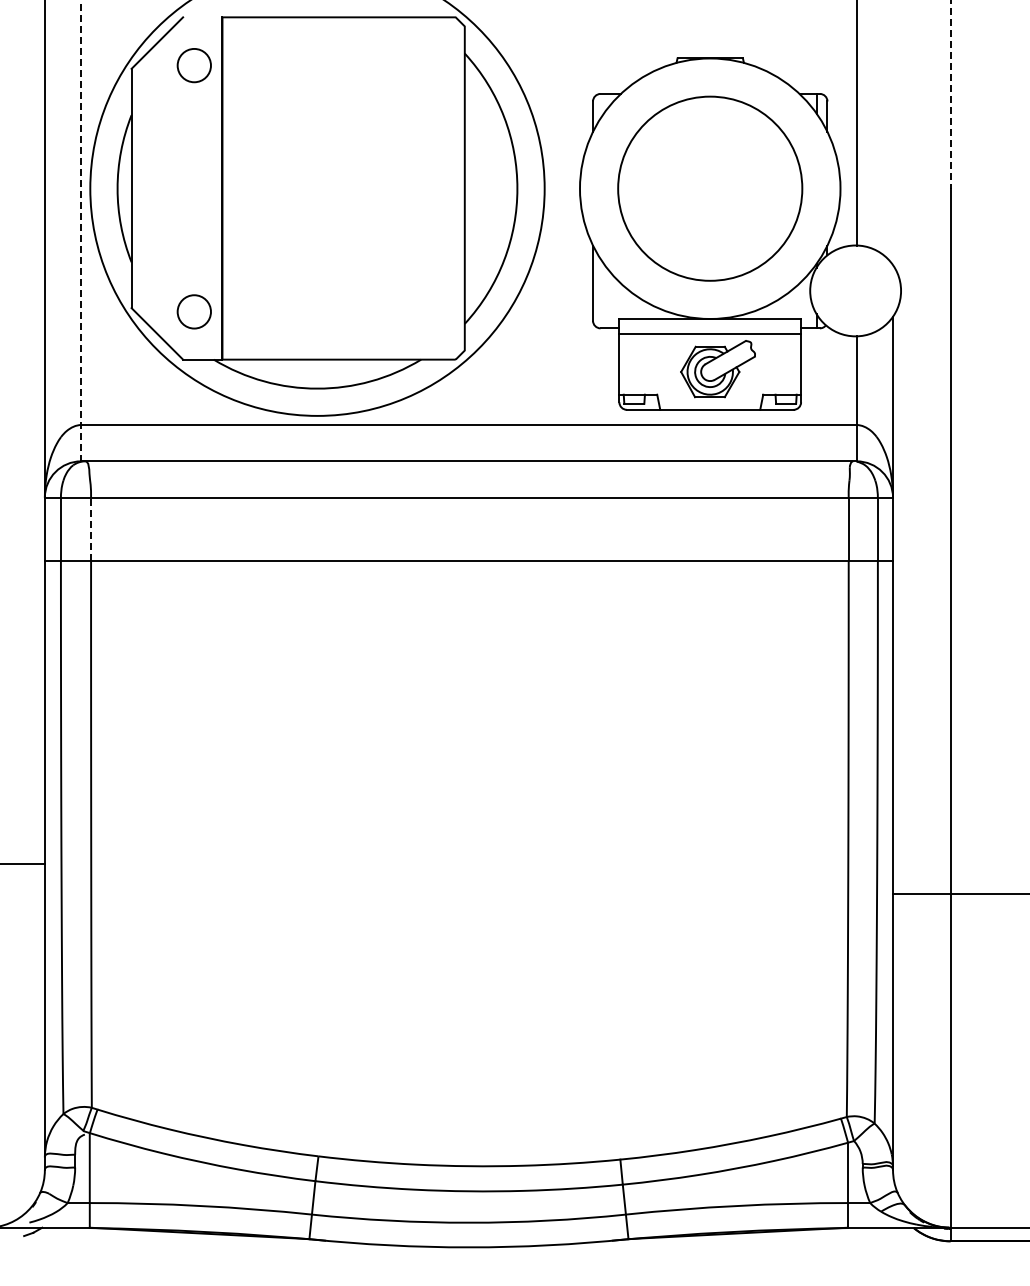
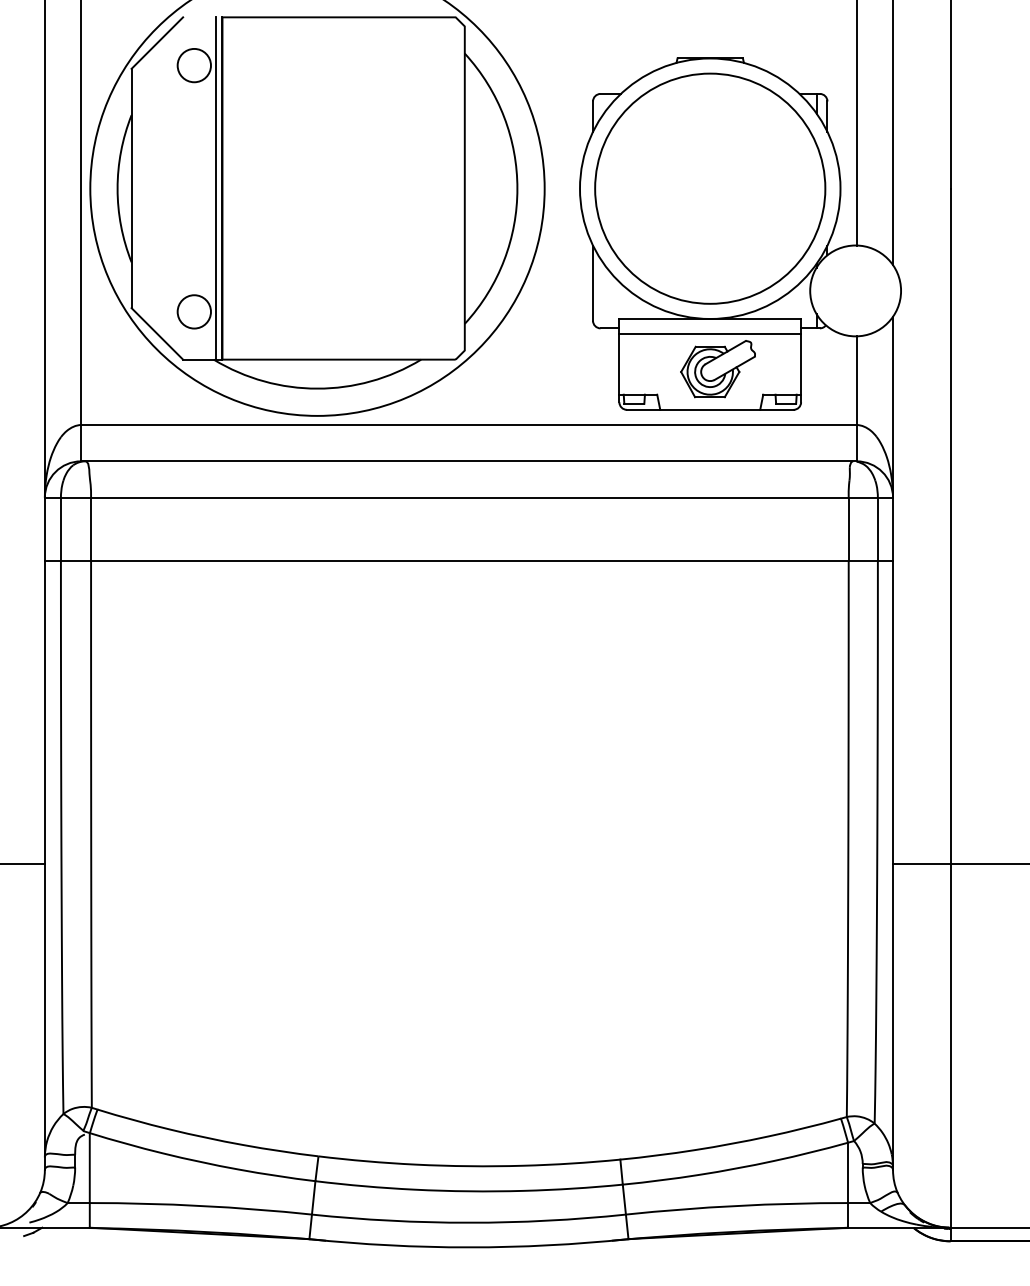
line at (950, 94): dashed -> solid
line at (893, 133): none -> present
line at (216, 188): none -> present
circle at (710, 188) diameter: 184 px -> 230 px
line at (81, 230): dashed -> solid
line at (91, 529): dashed -> solid
line at (959, 894) position: (959, 894) -> (959, 864)
